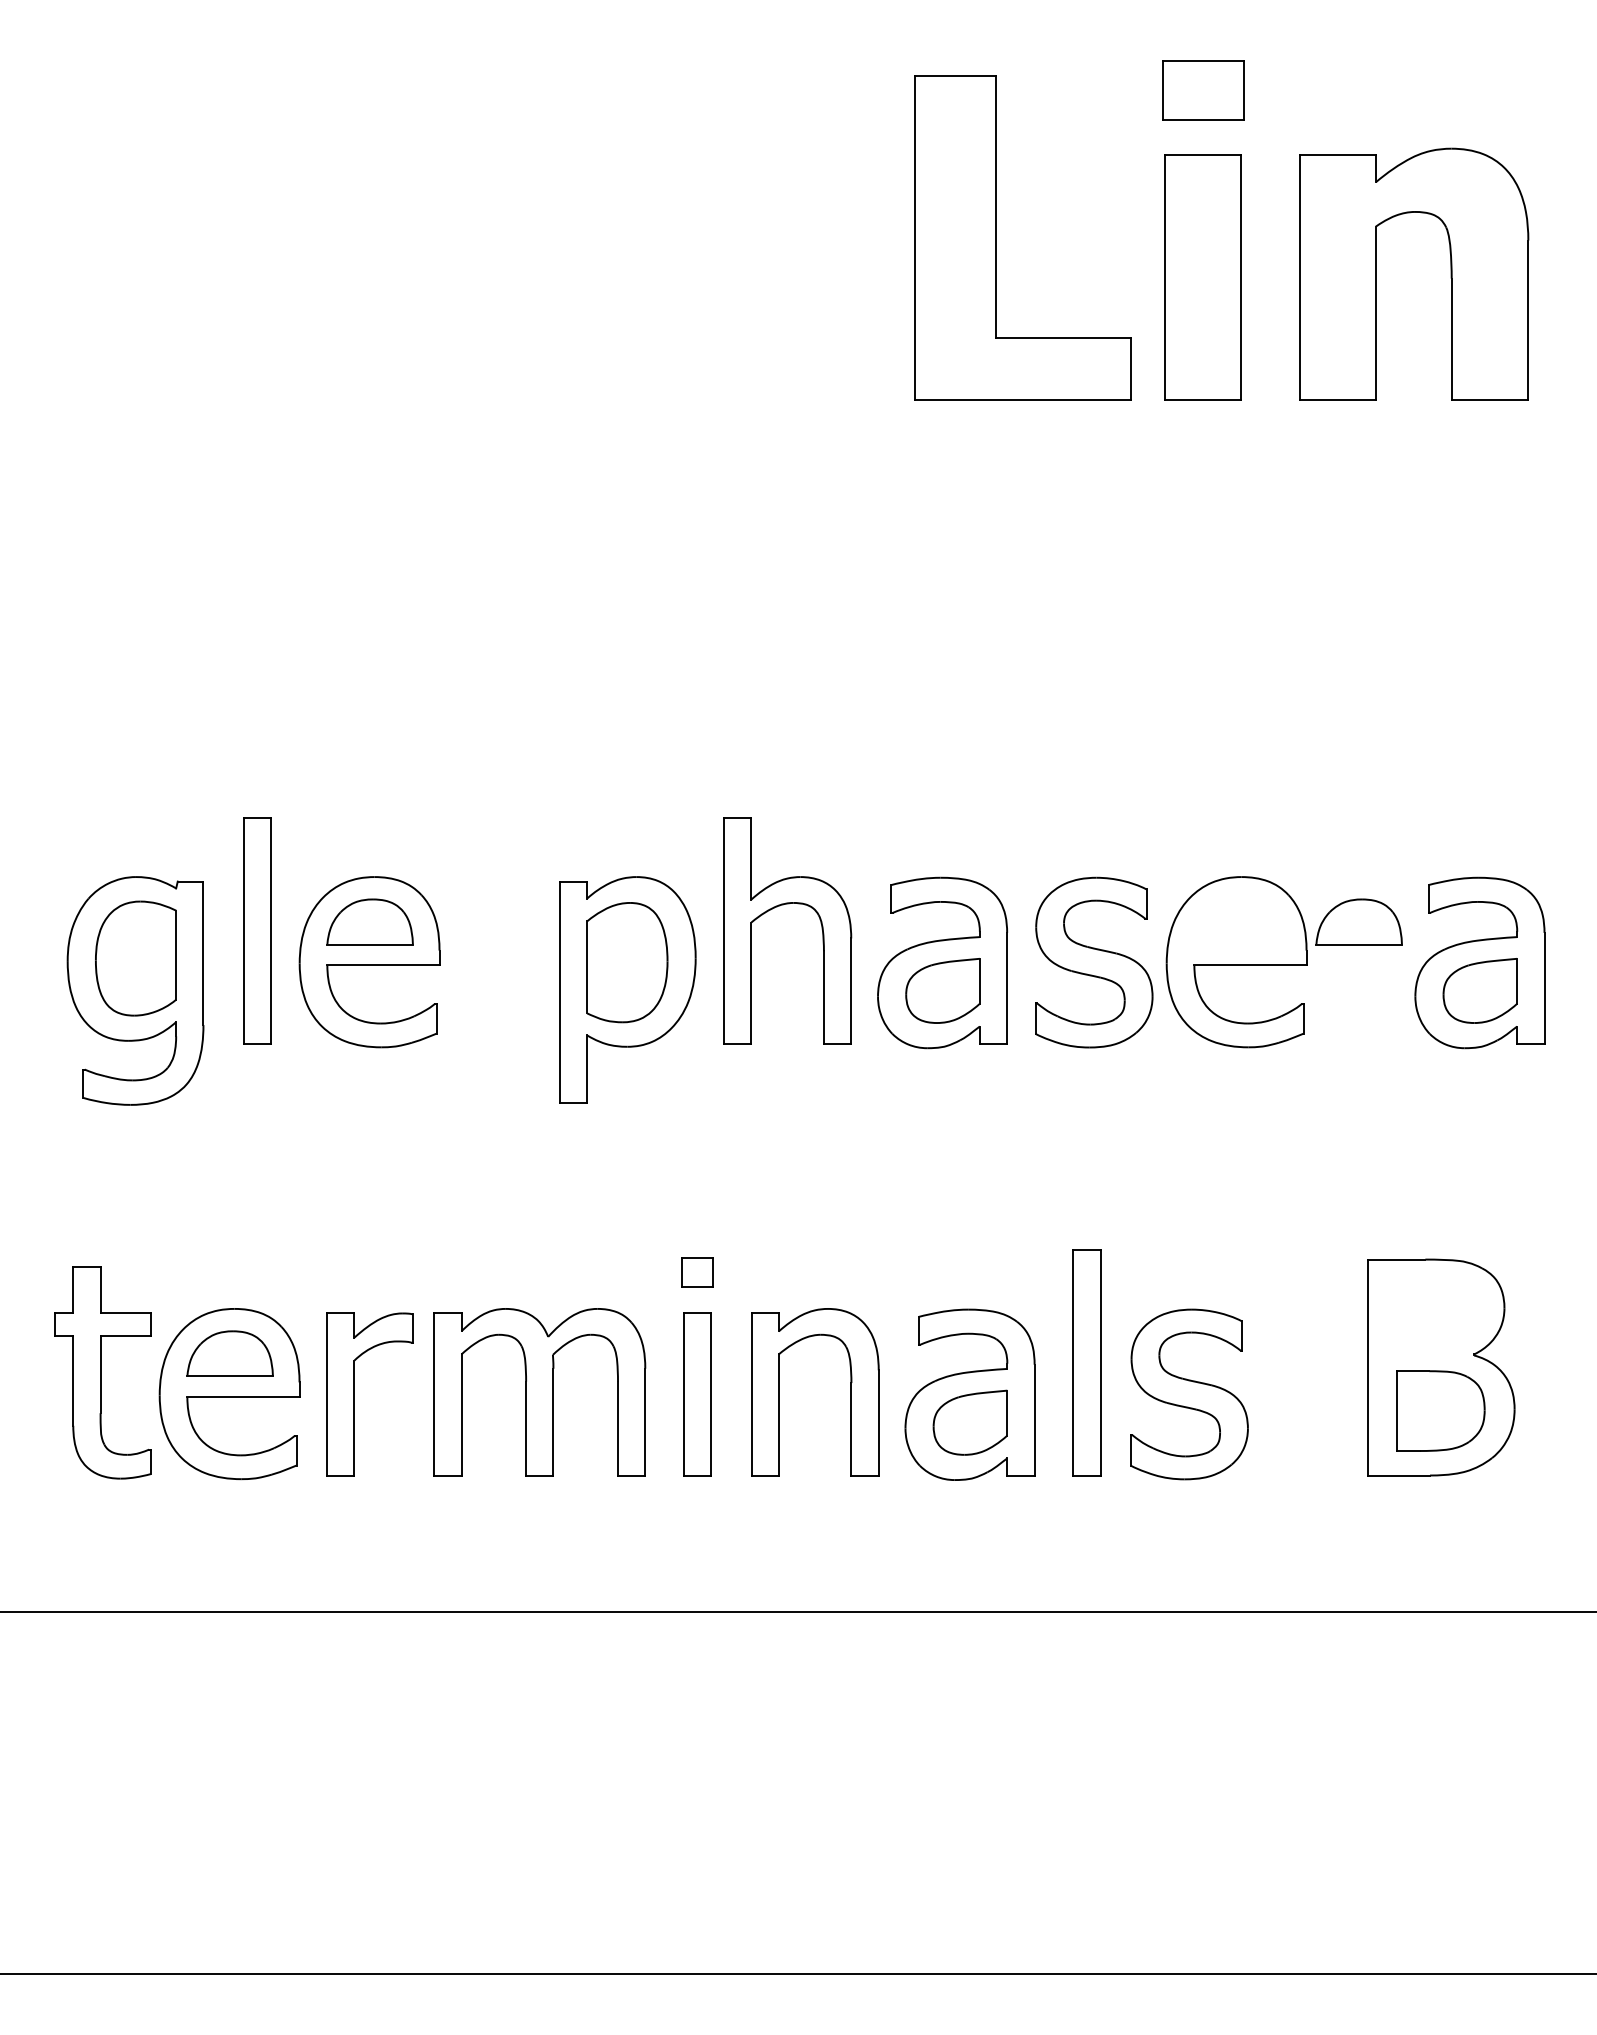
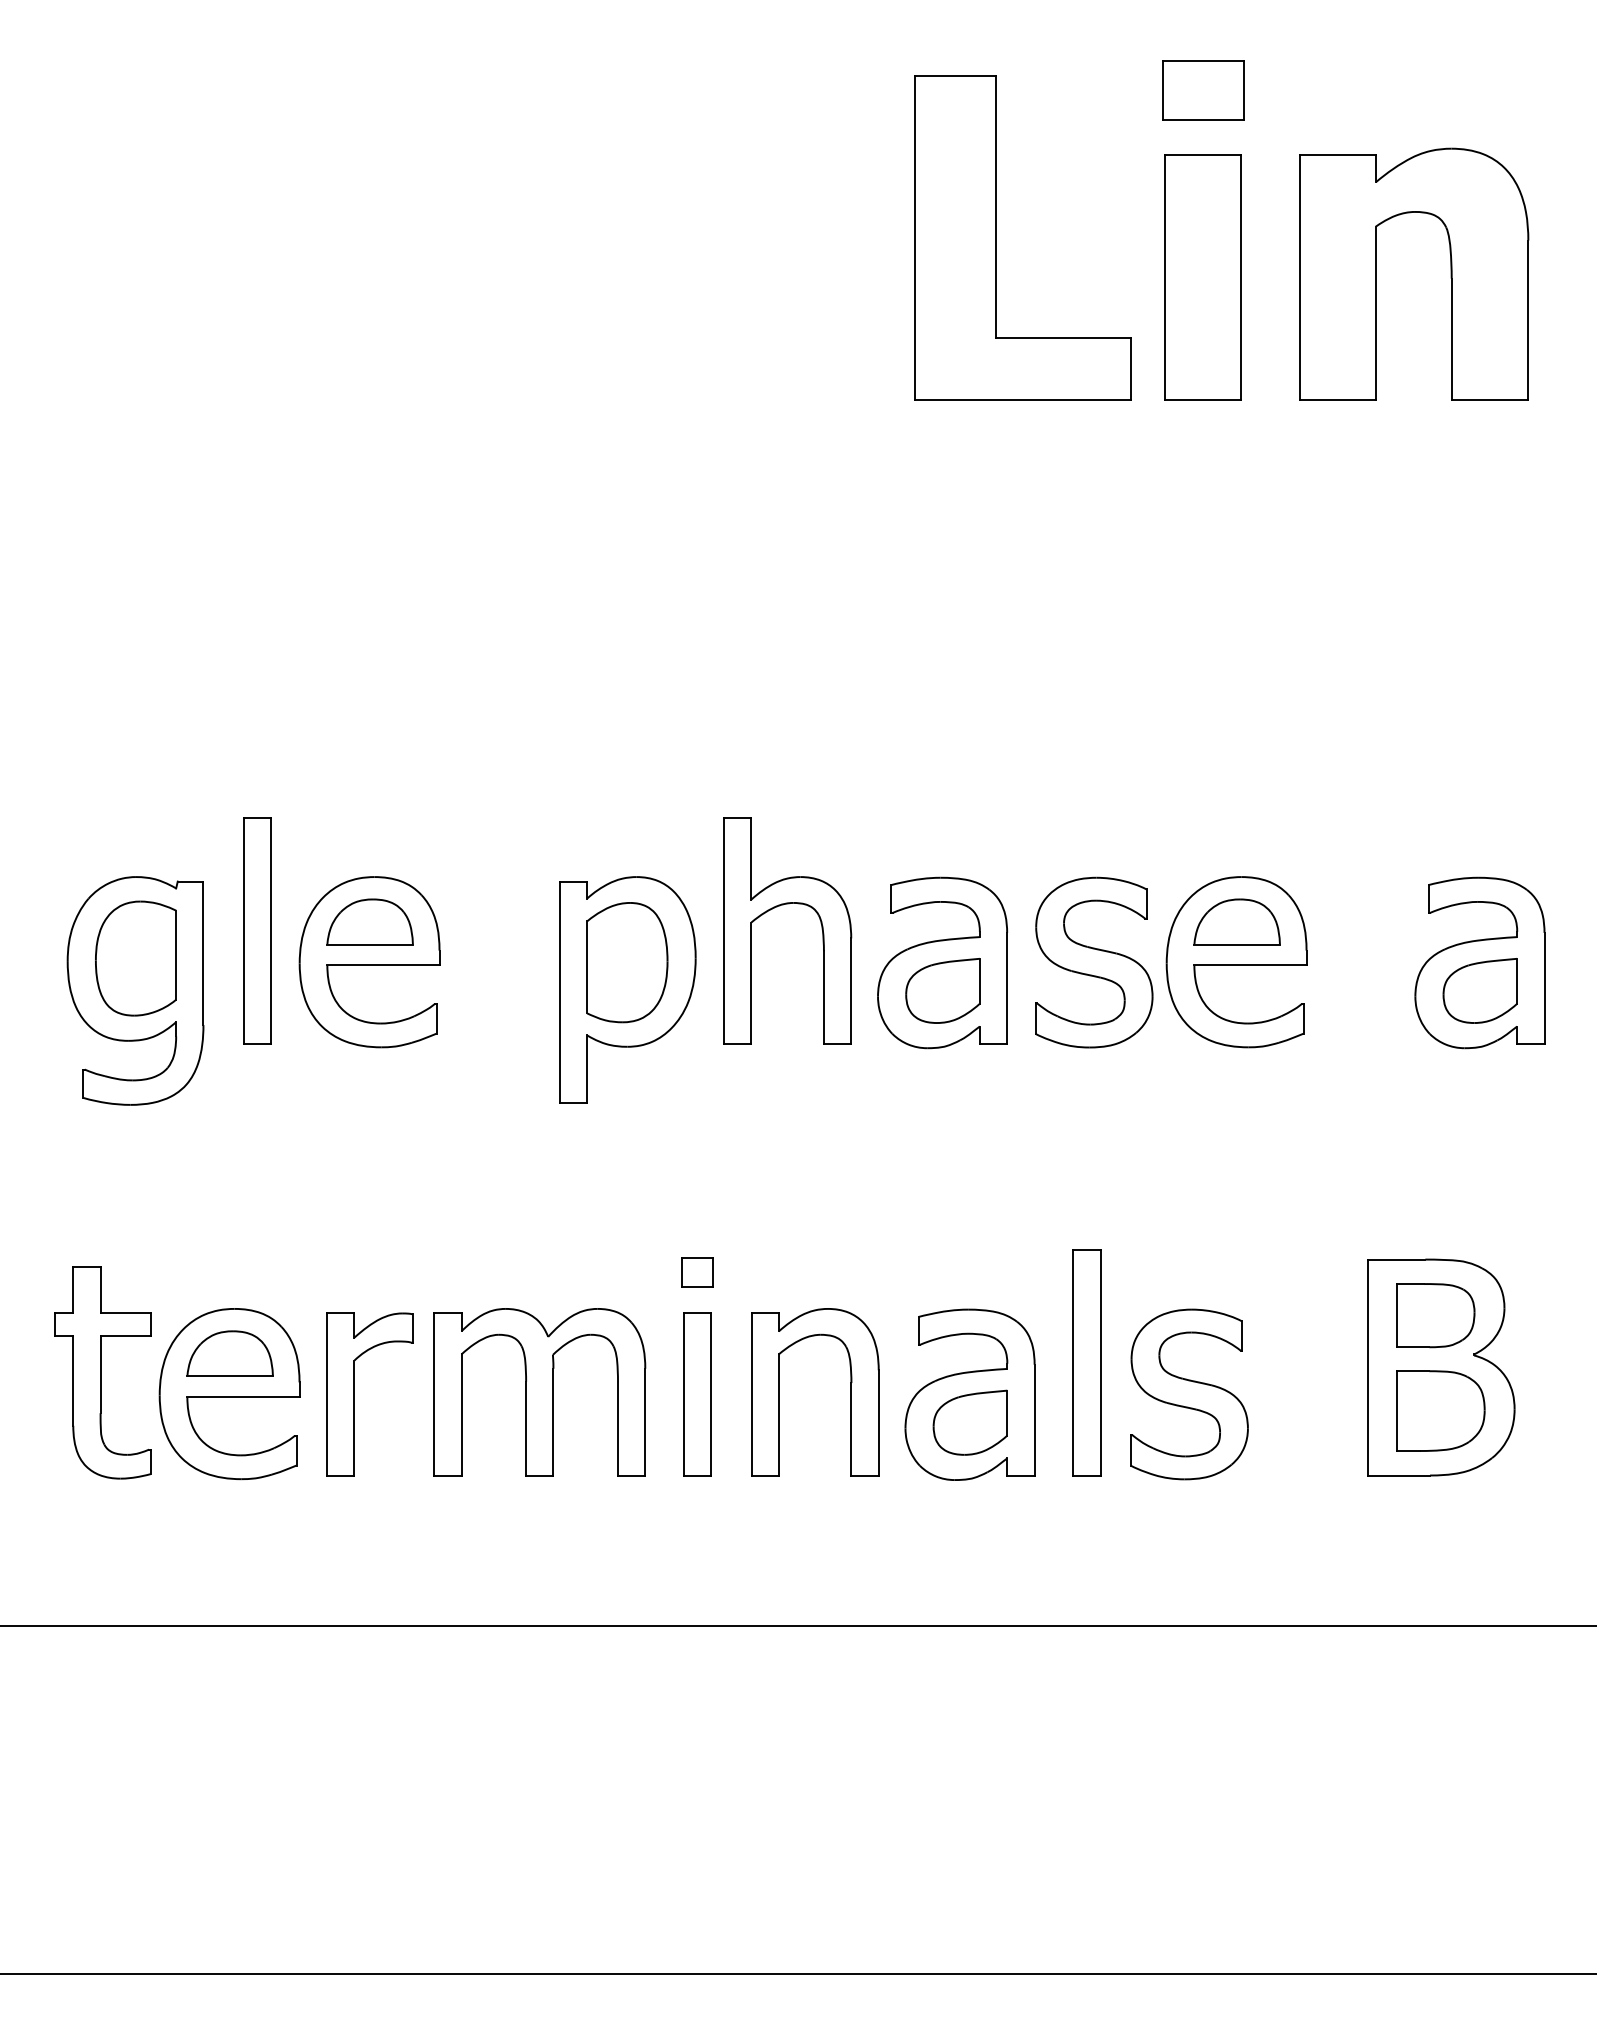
part at (1358, 921) position: (1358, 921) -> (1236, 921)
part at (1435, 1315): none -> present
line at (797, 1611) position: (797, 1611) -> (797, 1625)
